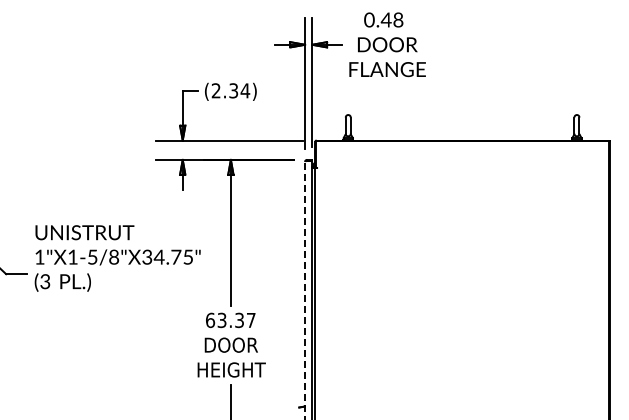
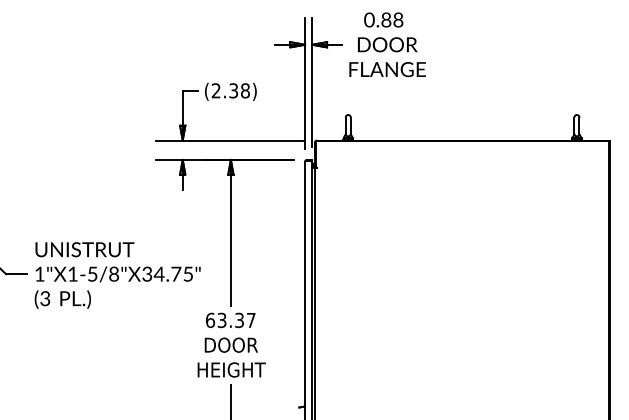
text at (385, 19): 0.48 -> 0.88
text at (245, 90): (2.34) -> (2.38)
text at (117, 258) position: (117, 258) -> (117, 275)
line at (305, 290): dashed -> solid
